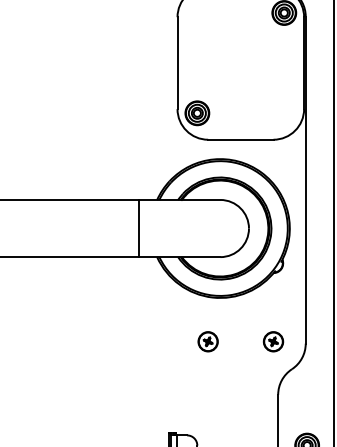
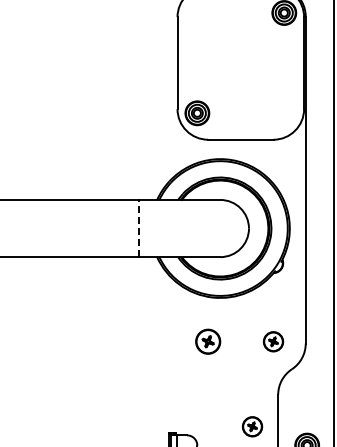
line at (138, 228): solid -> dashed
part at (207, 341) size: 22x22 px -> 27x27 px
part at (252, 426): none -> present
